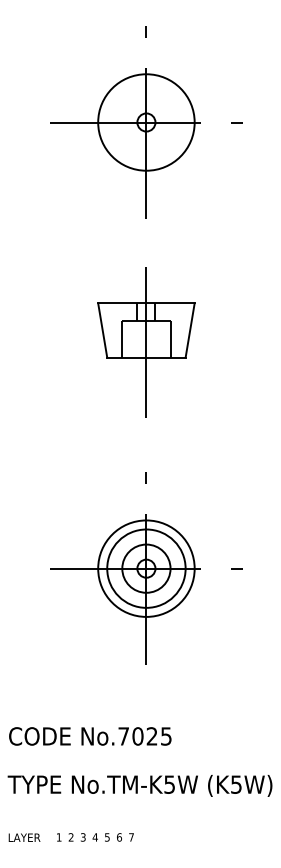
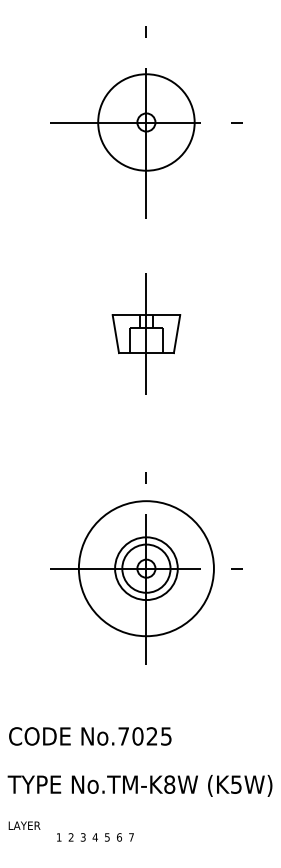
part at (146, 342) size: 99x151 px -> 71x112 px
circle at (146, 568) diameter: 78 px -> 63 px
circle at (146, 568) diameter: 96 px -> 135 px
text at (169, 784): No.TM-K5W -> No.TM-K8W
text at (24, 837) position: (24, 837) -> (24, 825)
